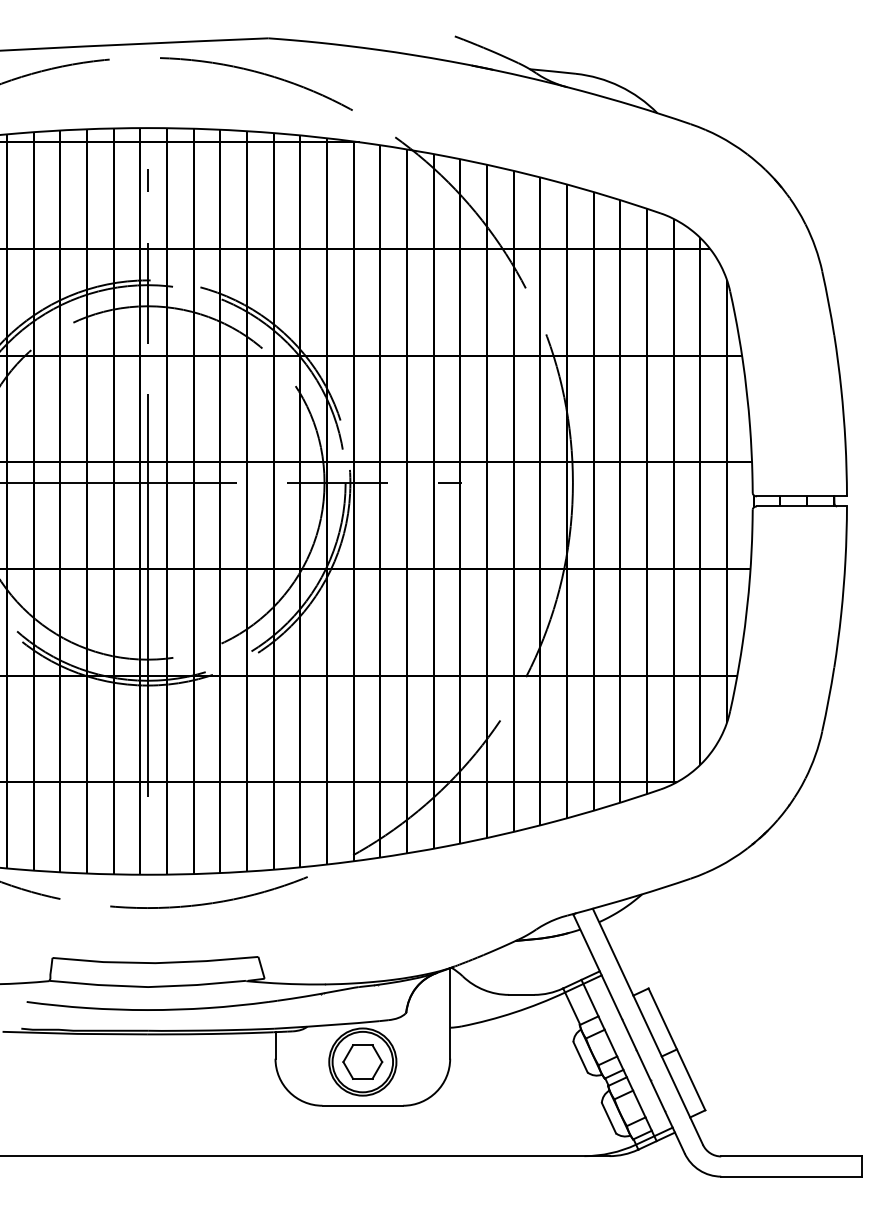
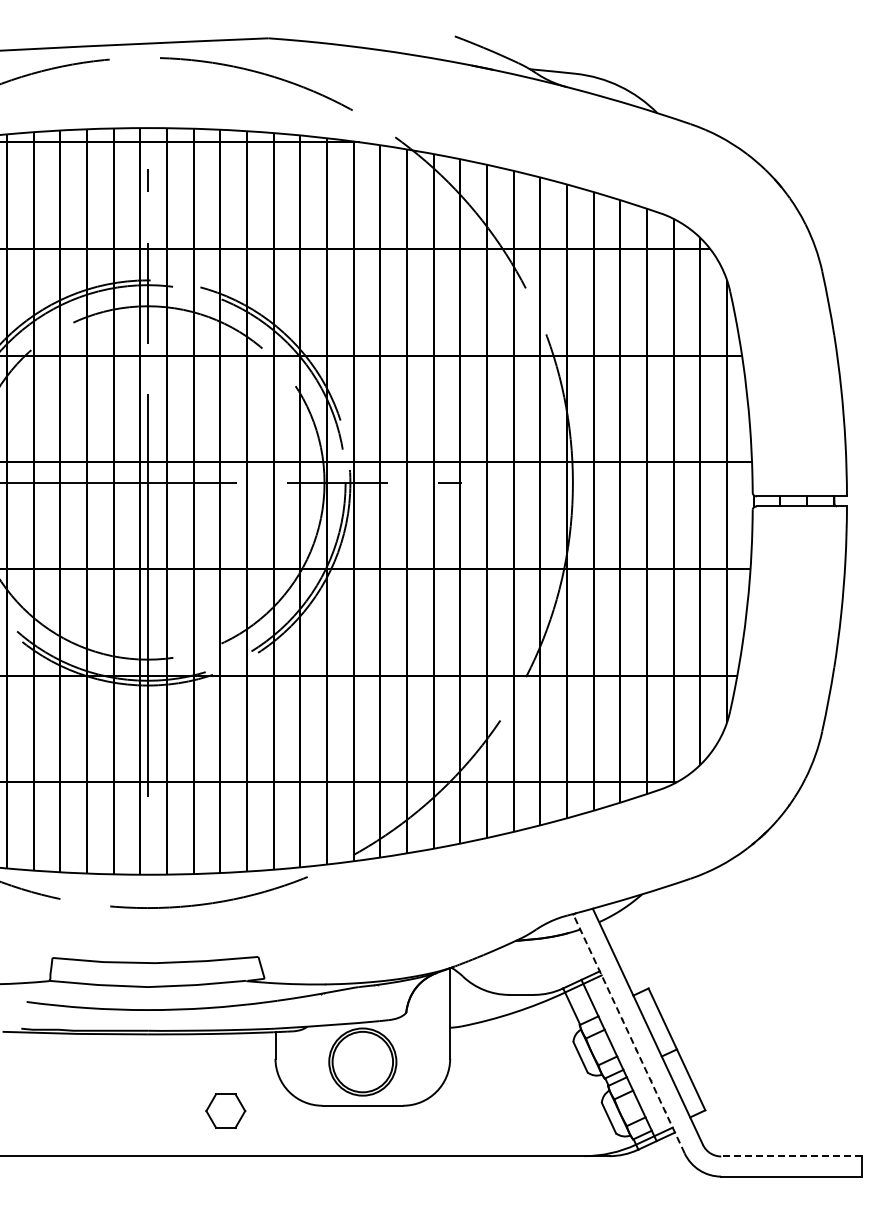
line at (629, 1033): solid -> dashed
part at (362, 1061) position: (362, 1061) -> (225, 1110)
line at (791, 1156): solid -> dashed
